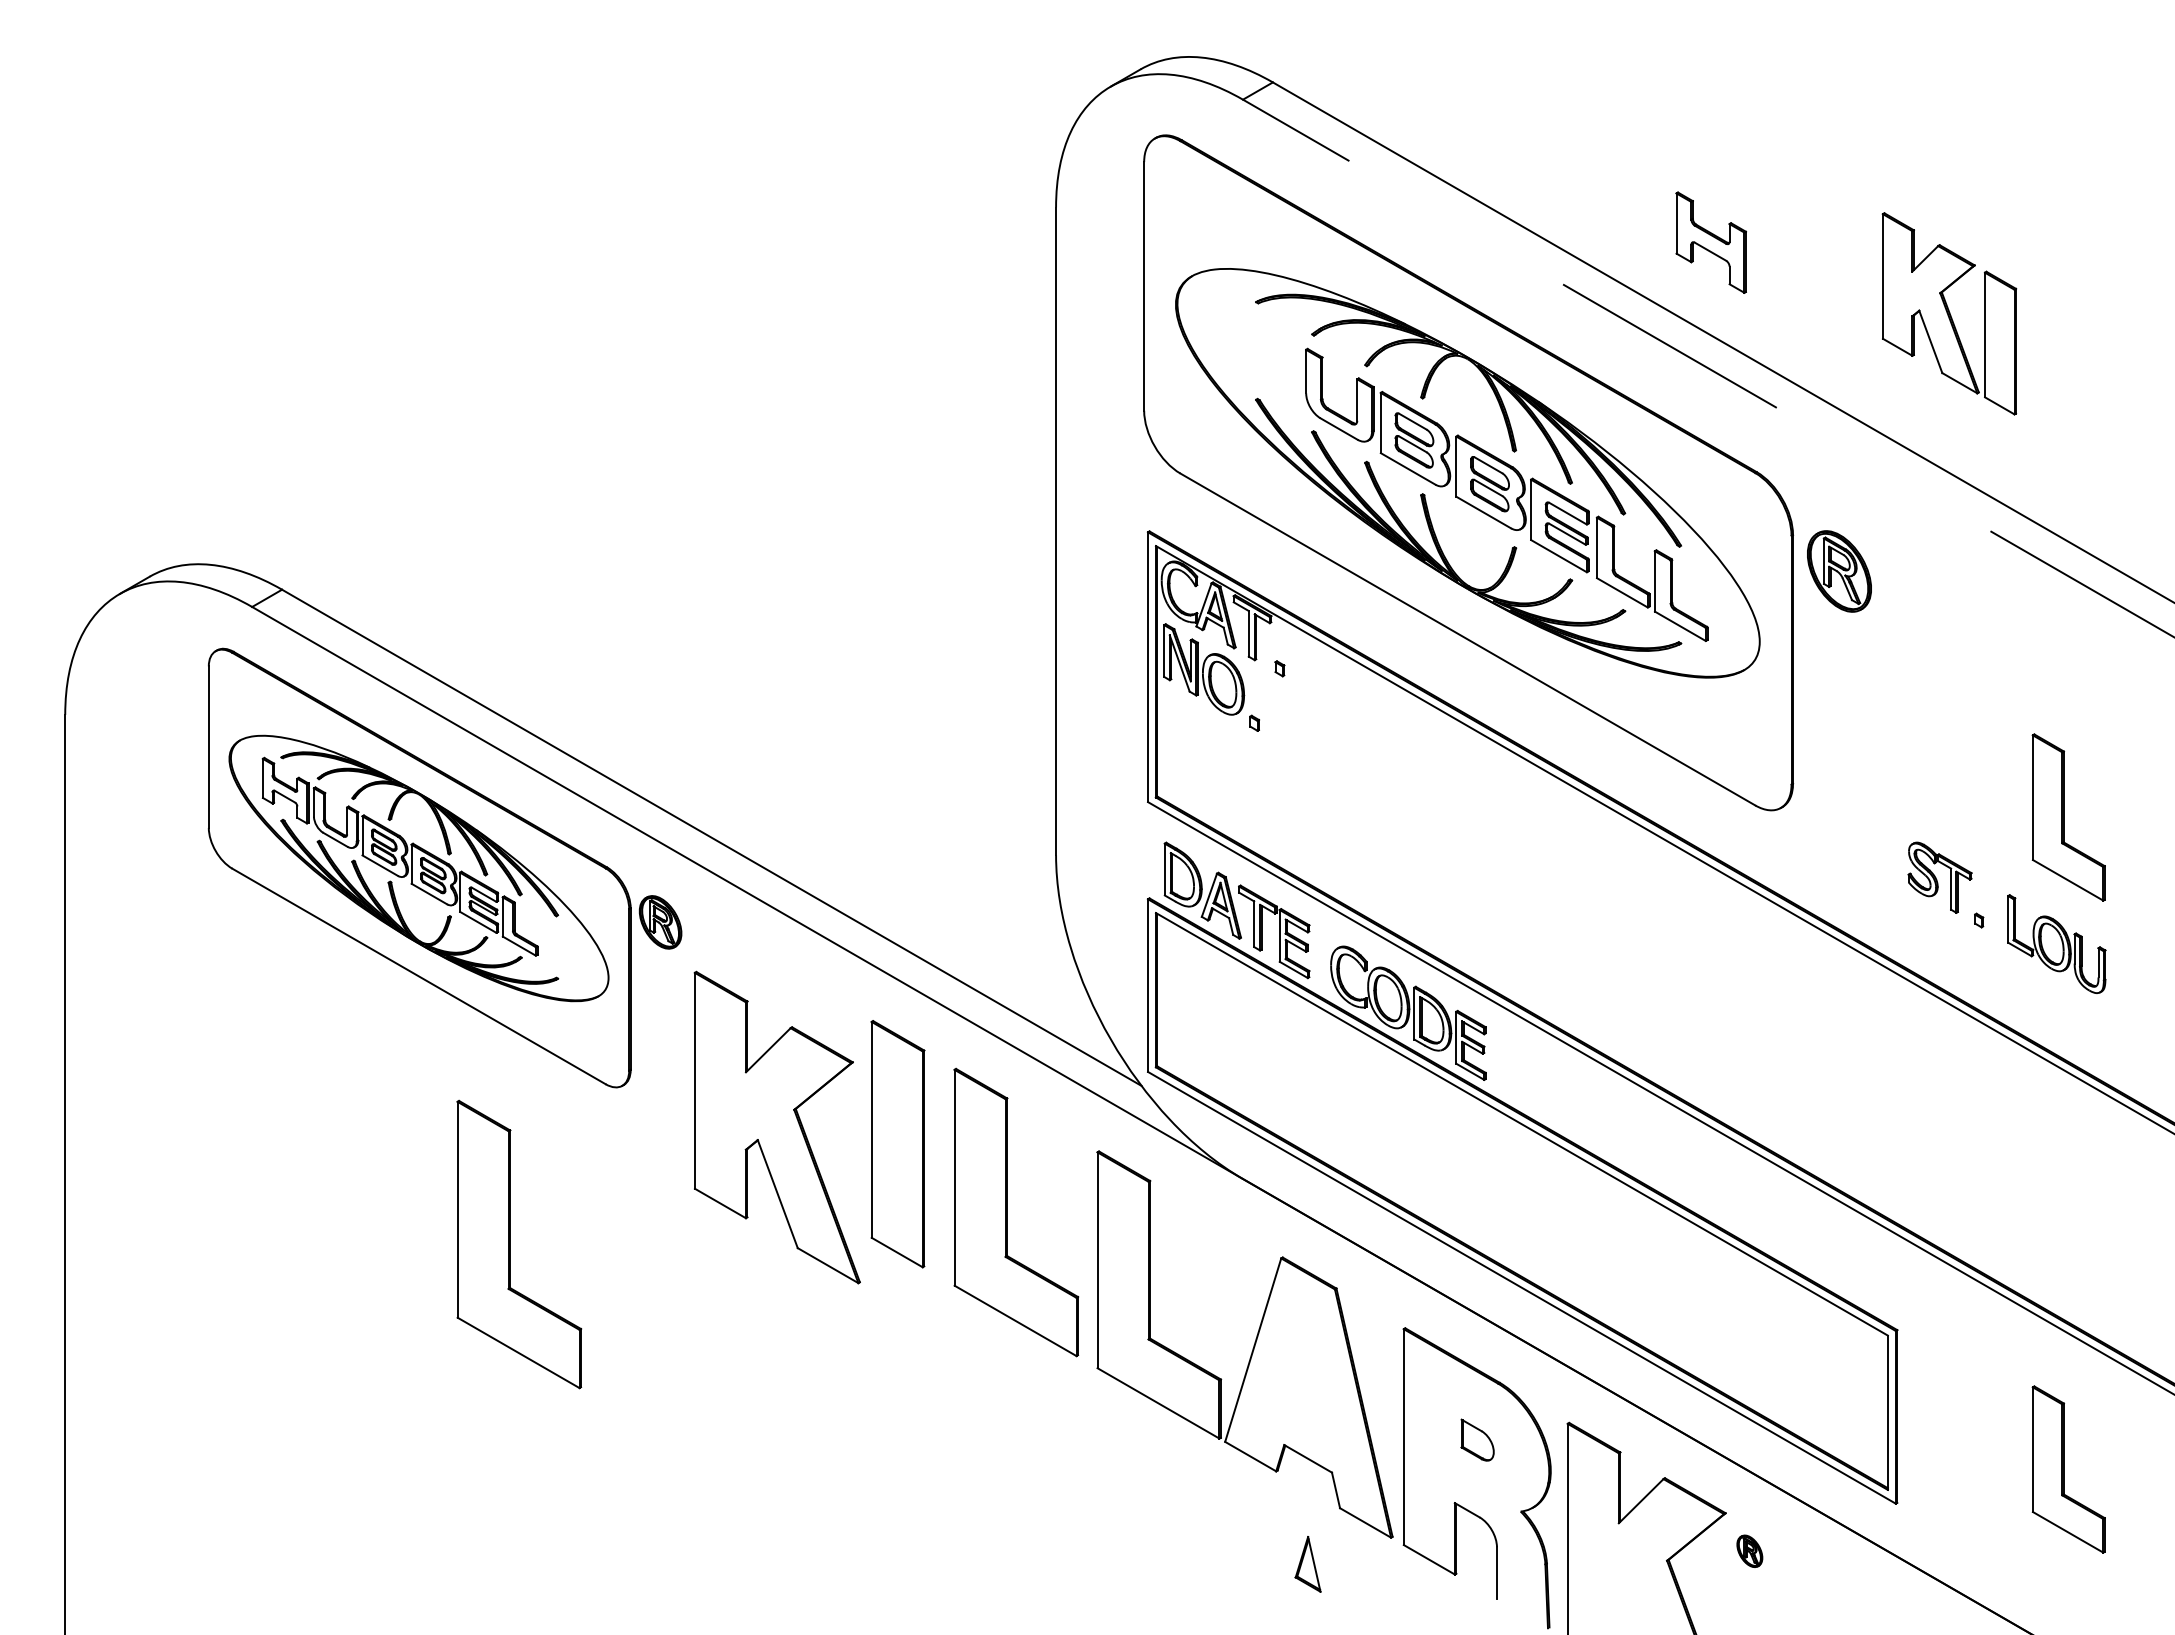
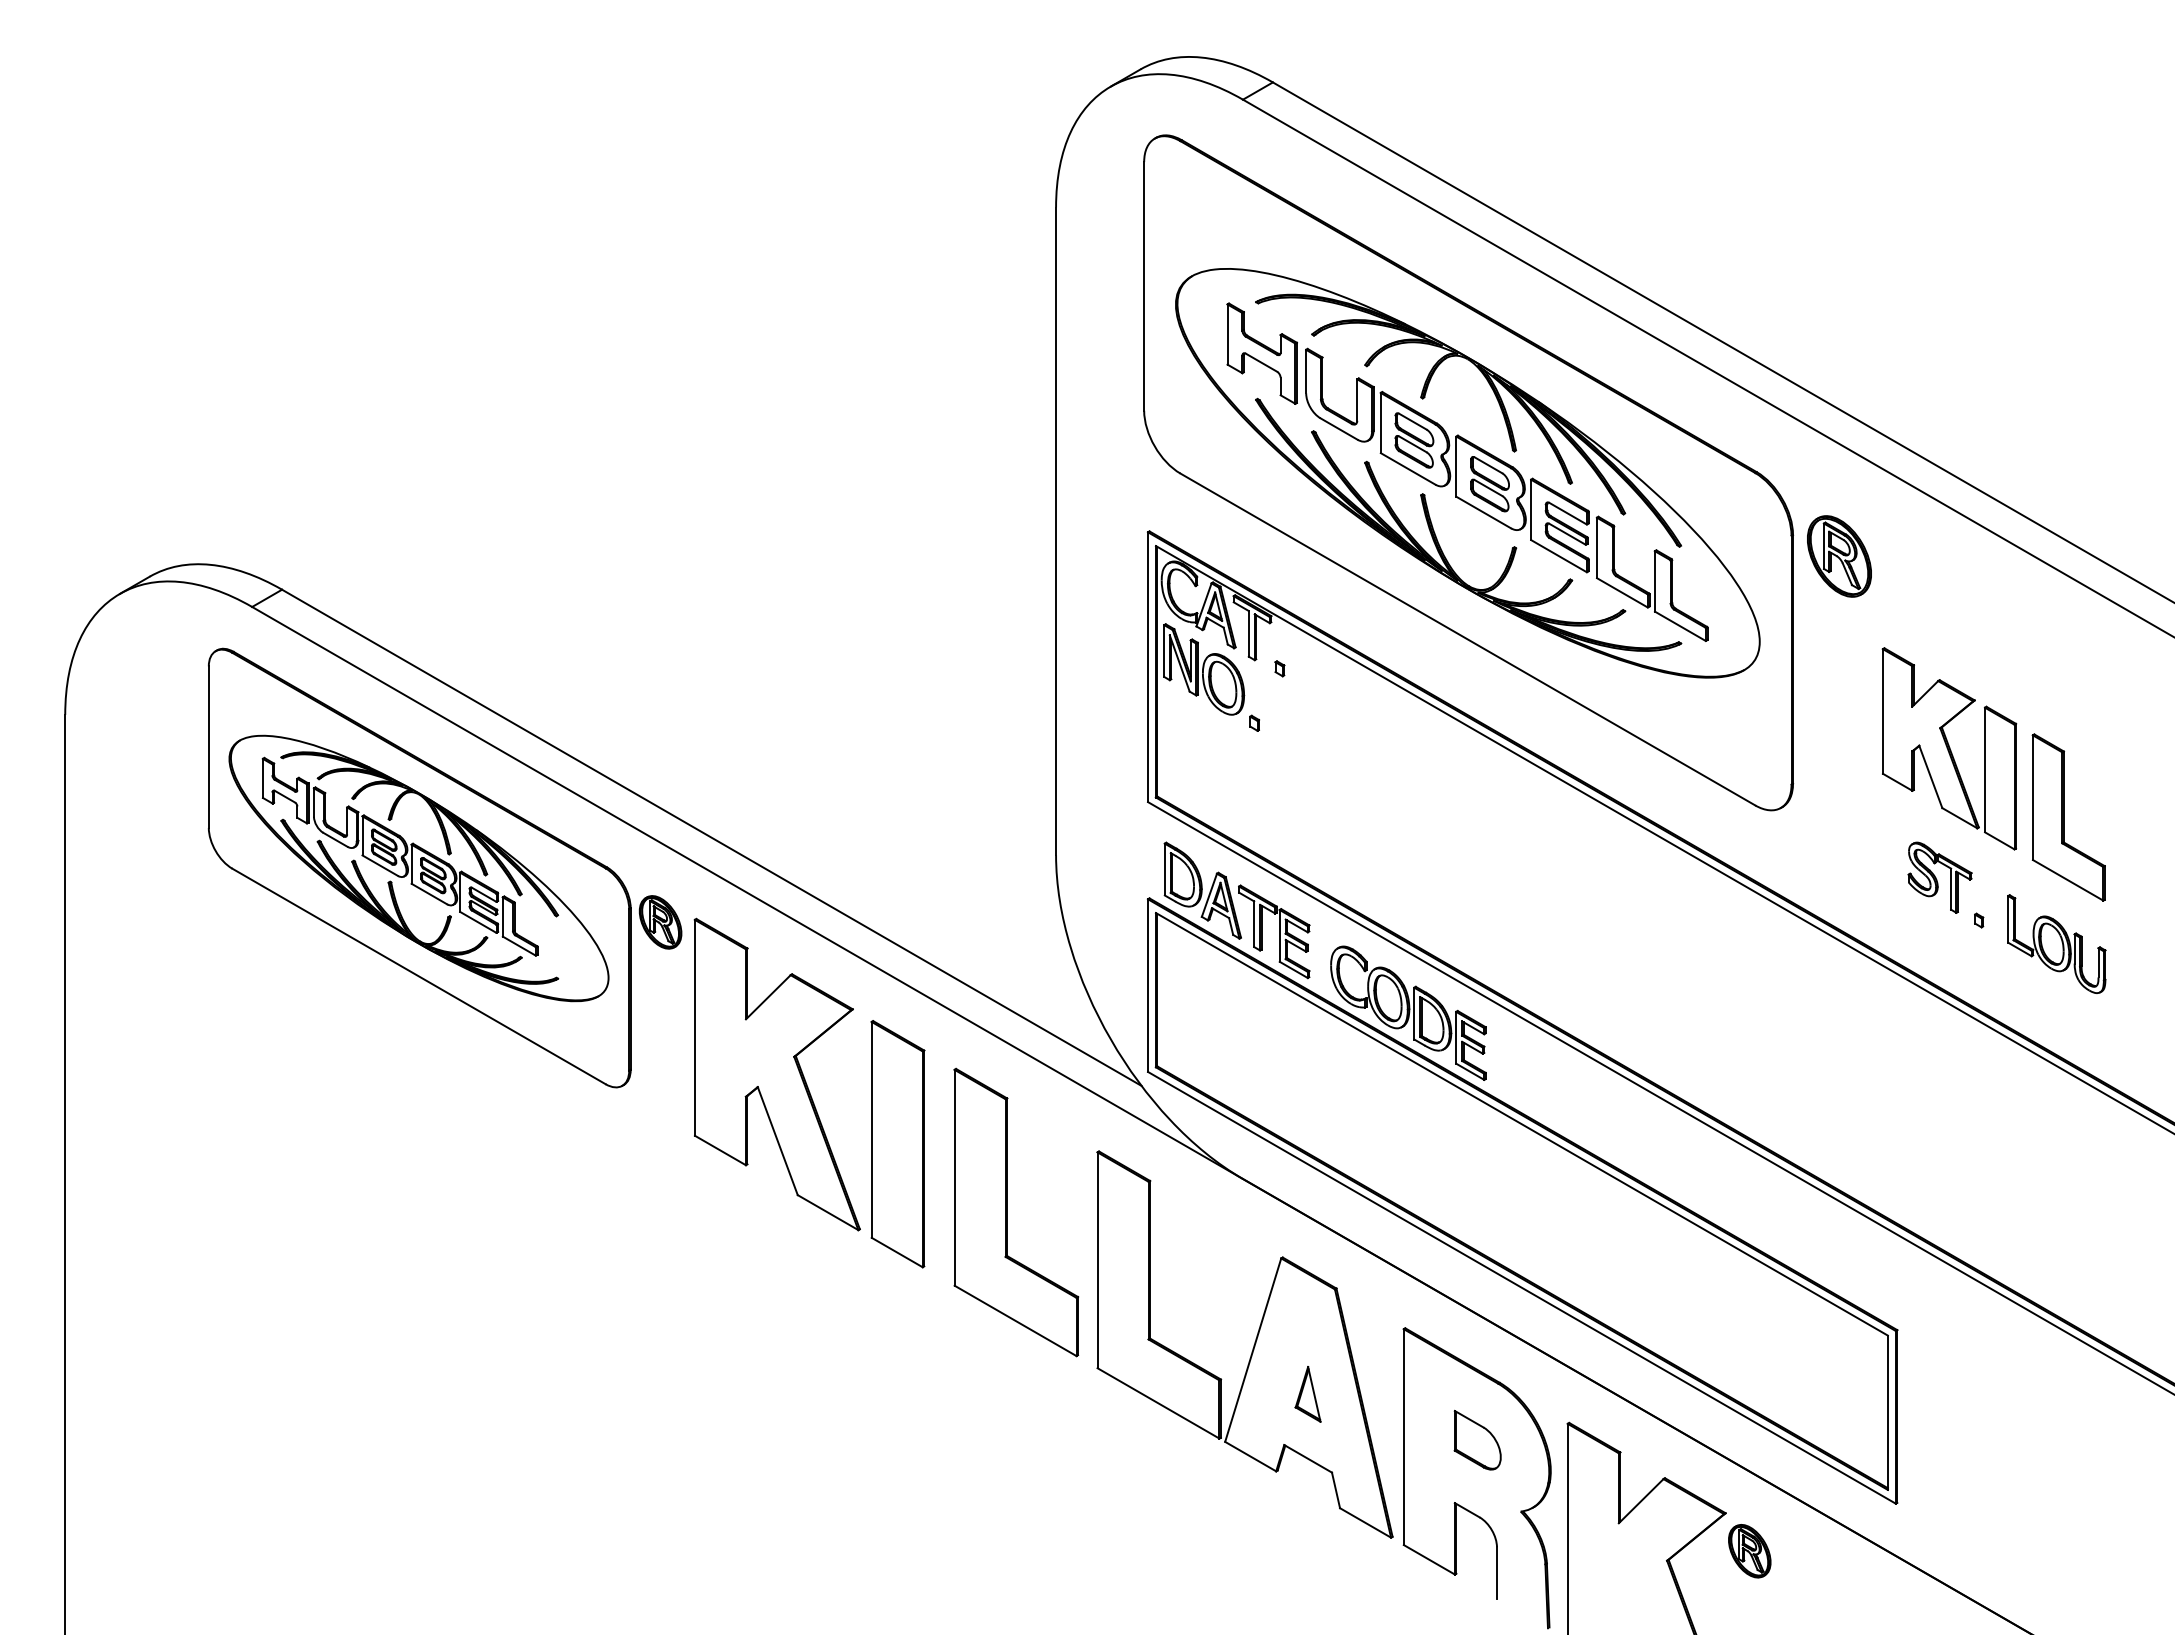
part at (1710, 242) position: (1710, 242) -> (1261, 353)
part at (1949, 313) position: (1949, 313) -> (1949, 748)
line at (1708, 368): dashed -> solid
part at (1839, 571) position: (1839, 571) -> (1839, 556)
part at (776, 1127) position: (776, 1127) -> (776, 1074)
part at (510, 1244): present -> none
part at (1477, 1439) size: 35x44 px -> 49x62 px
part at (2068, 1469): present -> none
part at (1749, 1550) size: 28x34 px -> 44x55 px
part at (1307, 1564) position: (1307, 1564) -> (1307, 1394)
